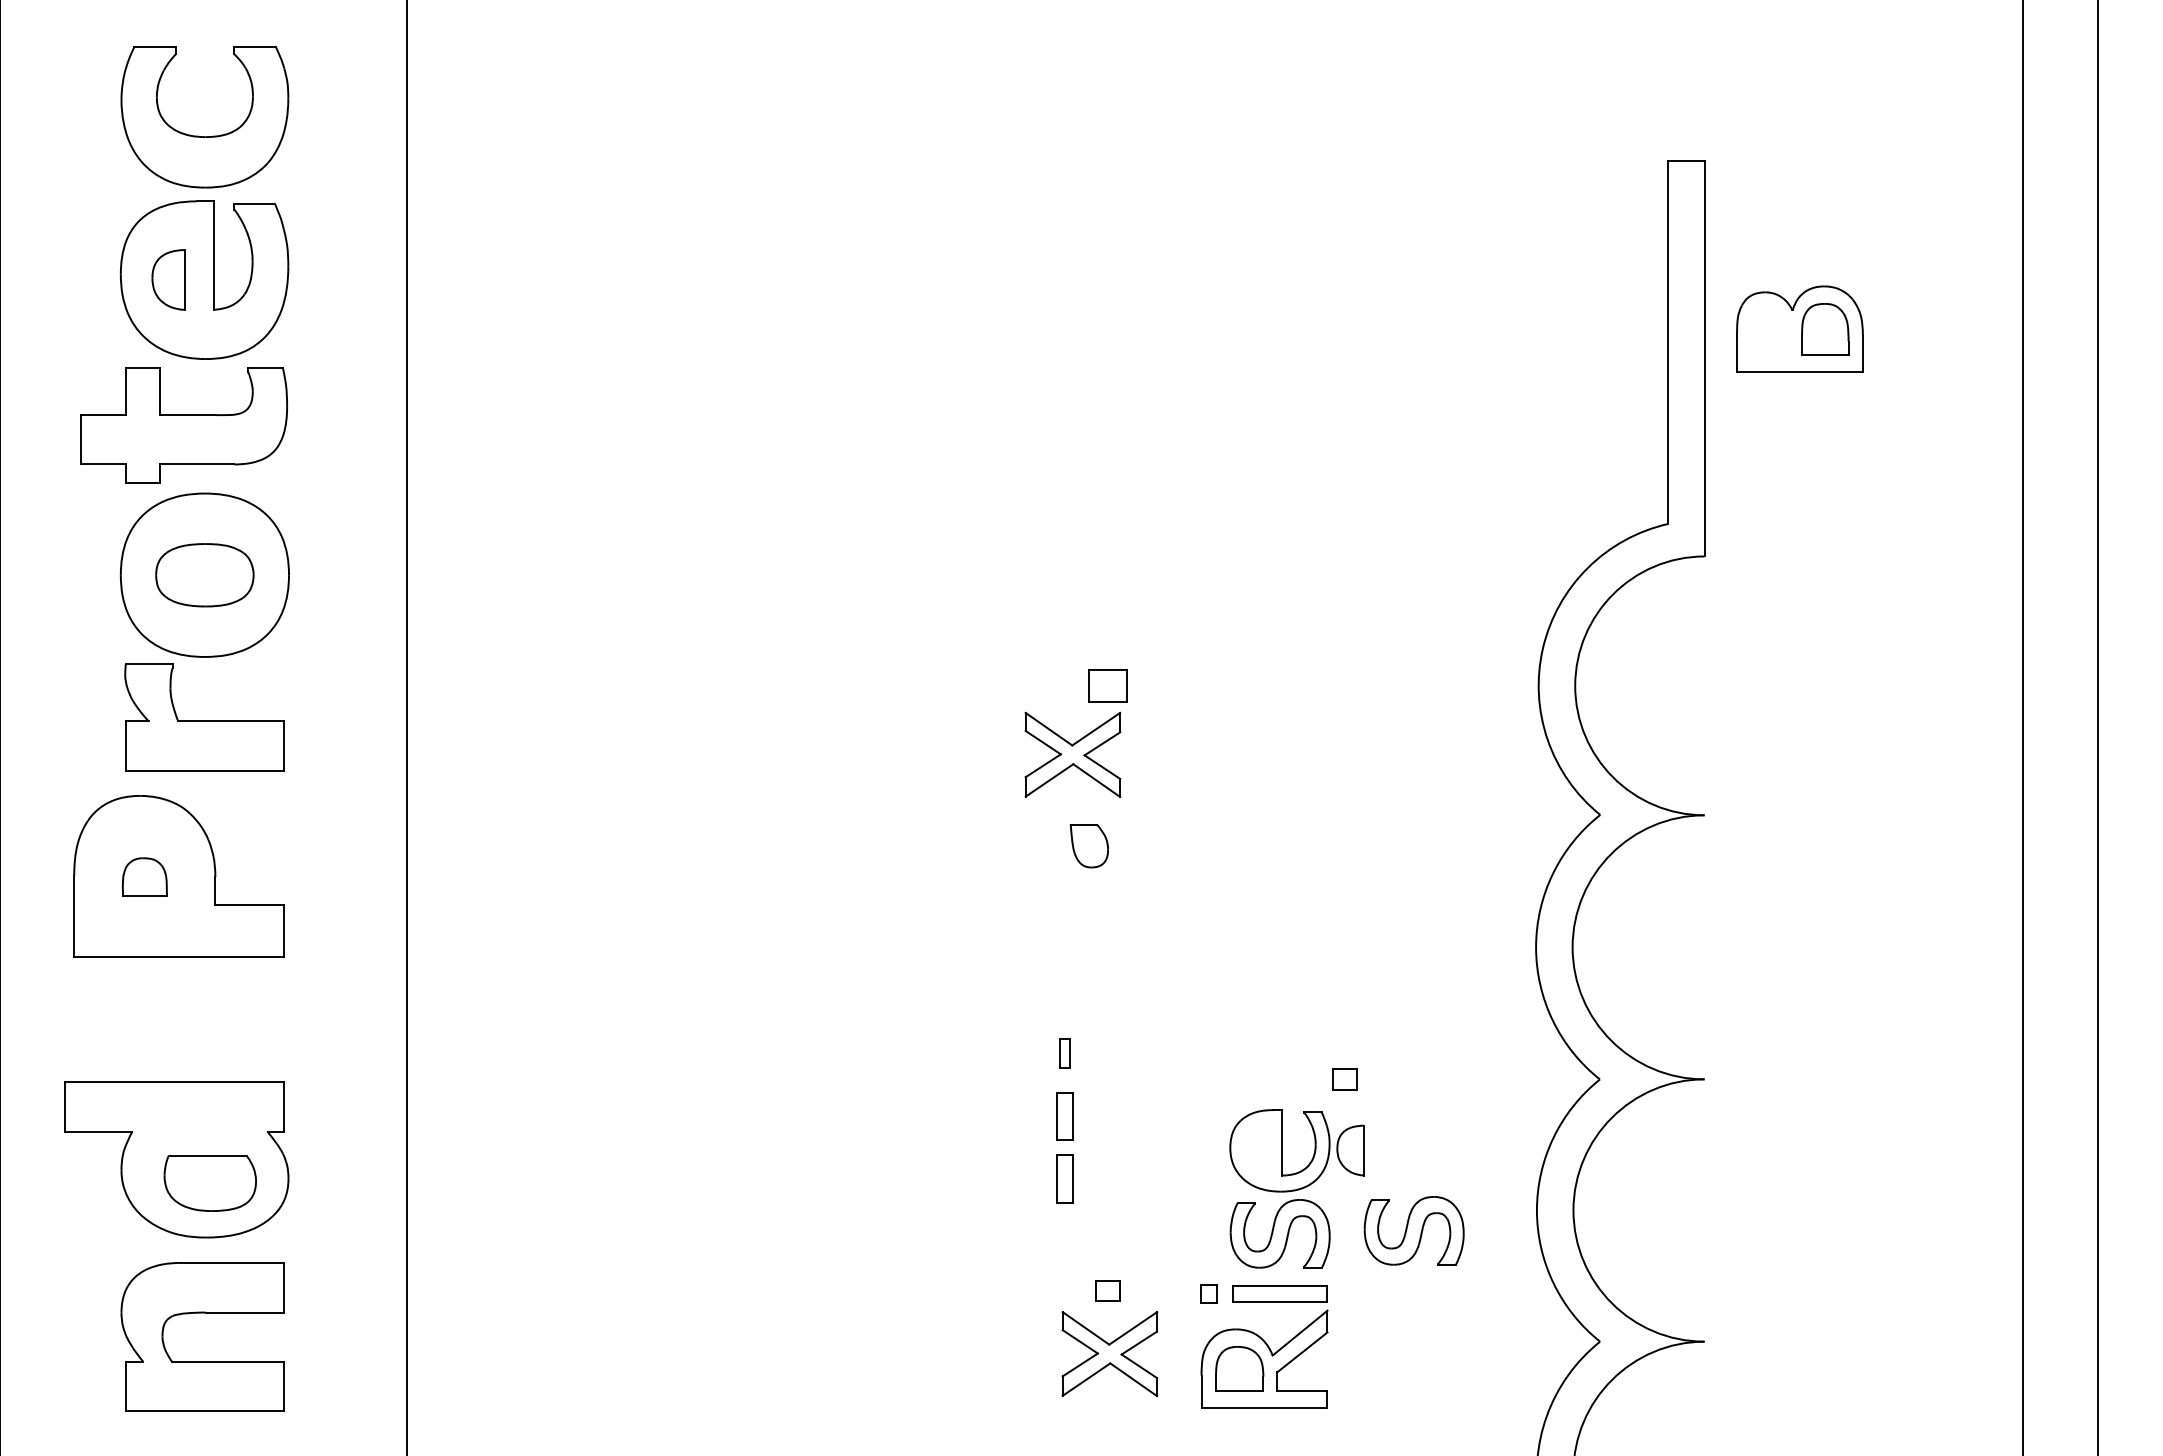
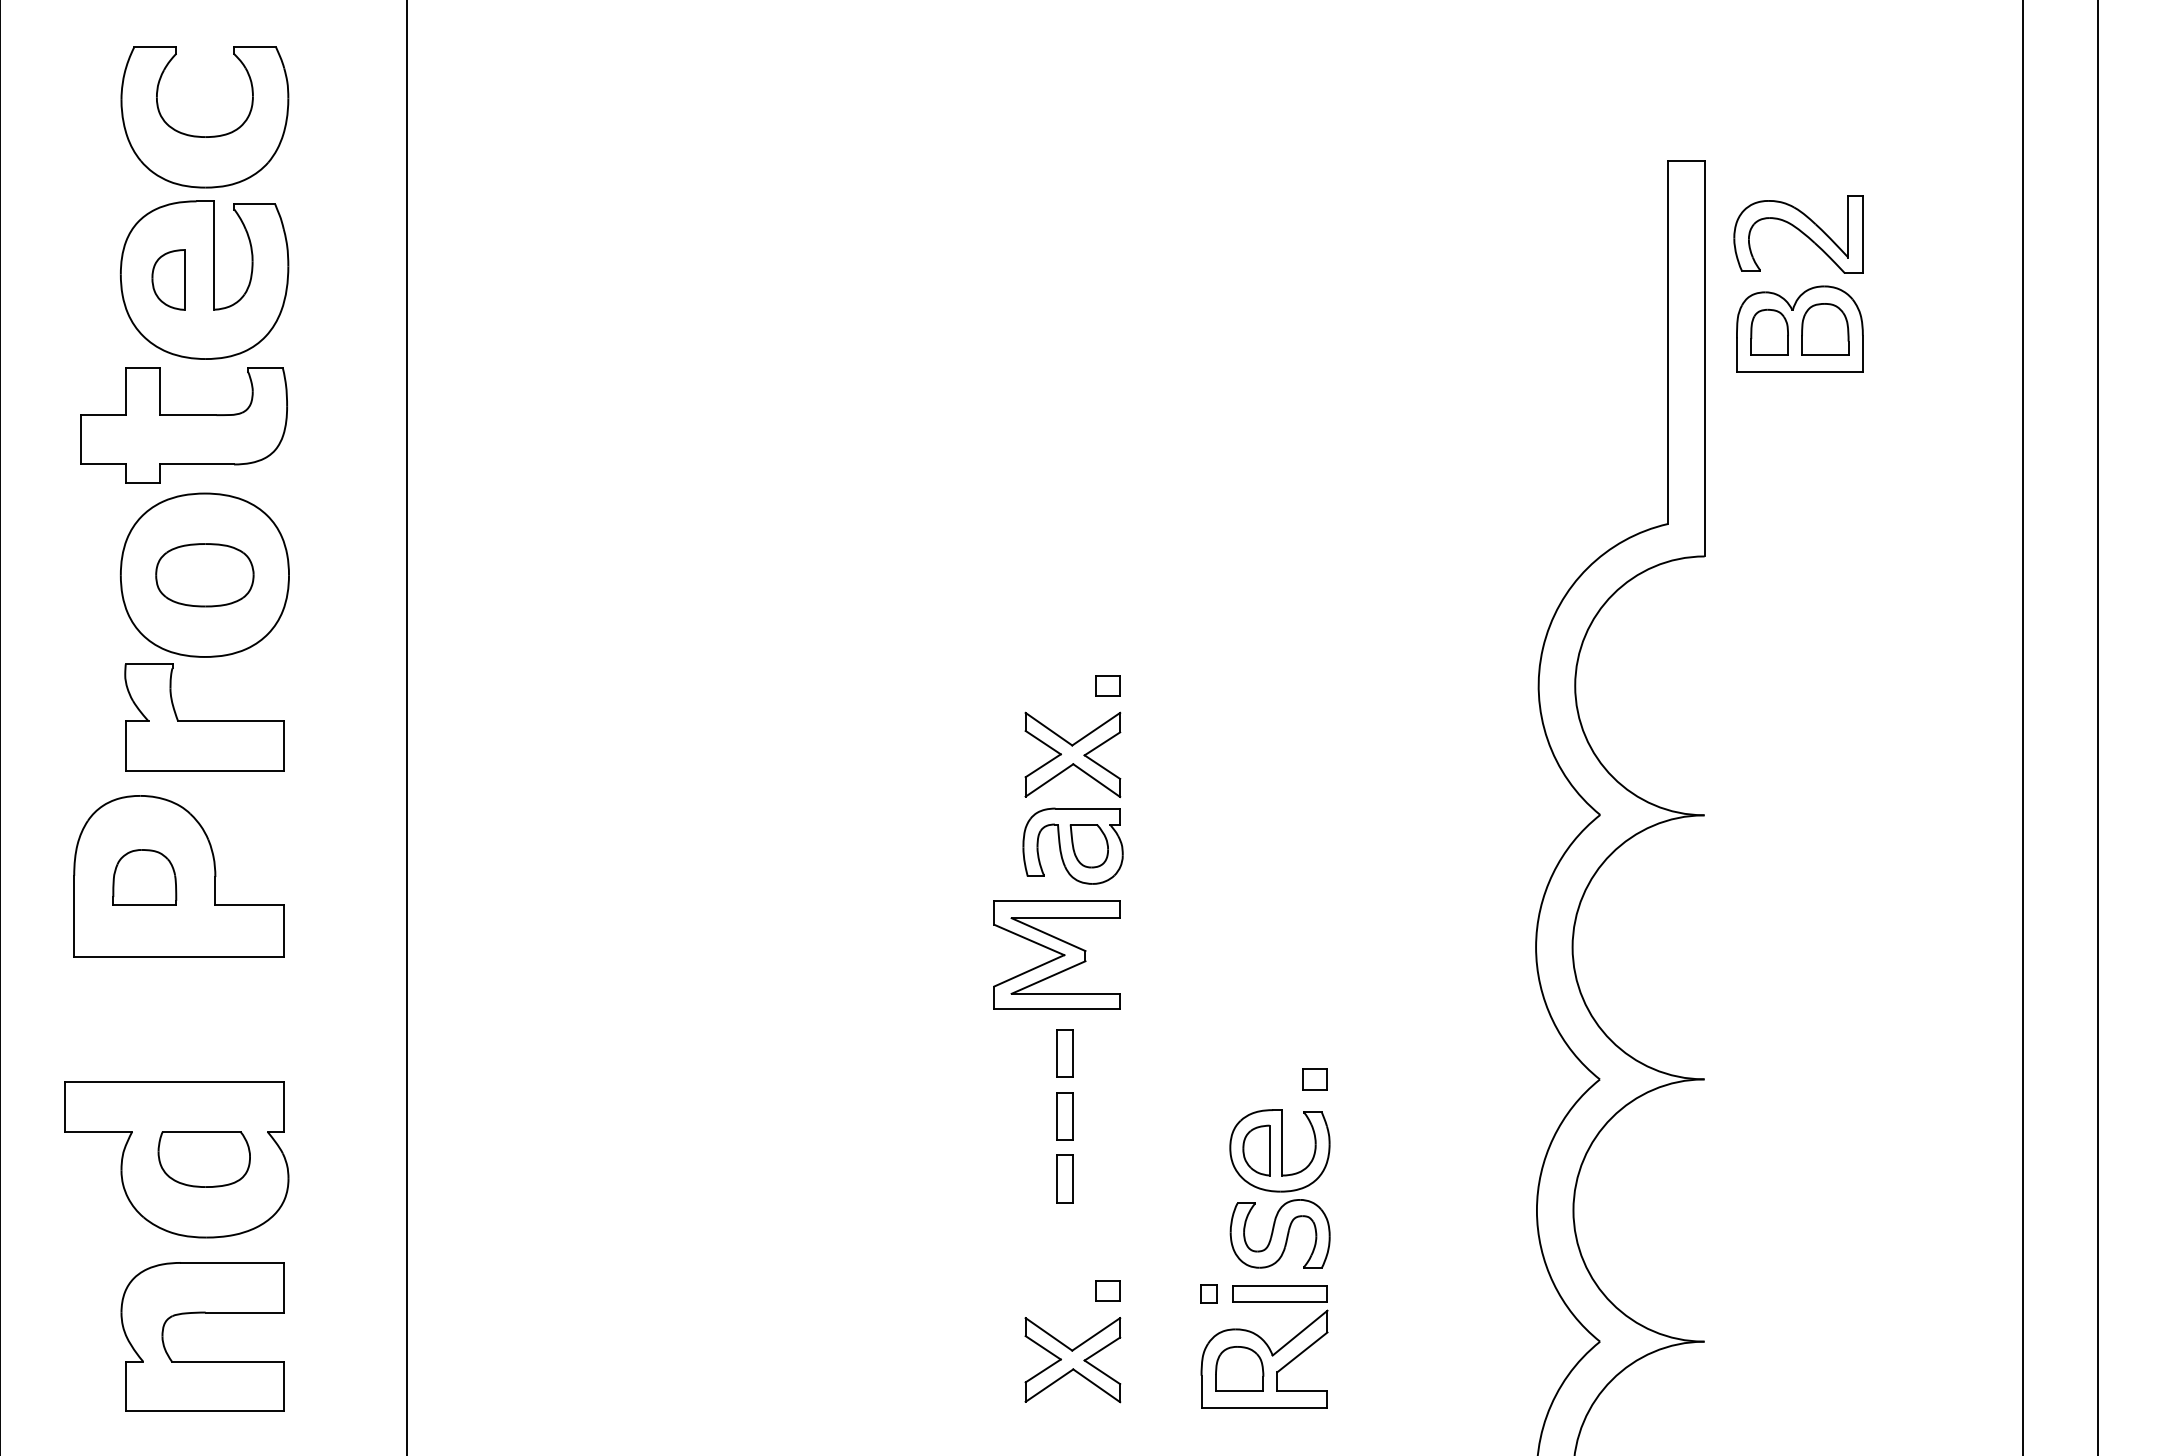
part at (1798, 234): none -> present
part at (1769, 331): none -> present
part at (1107, 685) size: 40x34 px -> 26x22 px
part at (1072, 845): none -> present
part at (144, 876) size: 46x40 px -> 66x57 px
part at (1056, 954): none -> present
part at (1064, 1053) size: 12x31 px -> 18x49 px
part at (1344, 1079) position: (1344, 1079) -> (1314, 1079)
part at (1350, 1150) position: (1350, 1150) -> (1256, 1150)
part at (209, 1183) position: (209, 1183) -> (203, 1159)
part at (1413, 1230): present -> none
part at (1109, 1354) position: (1109, 1354) -> (1072, 1360)
